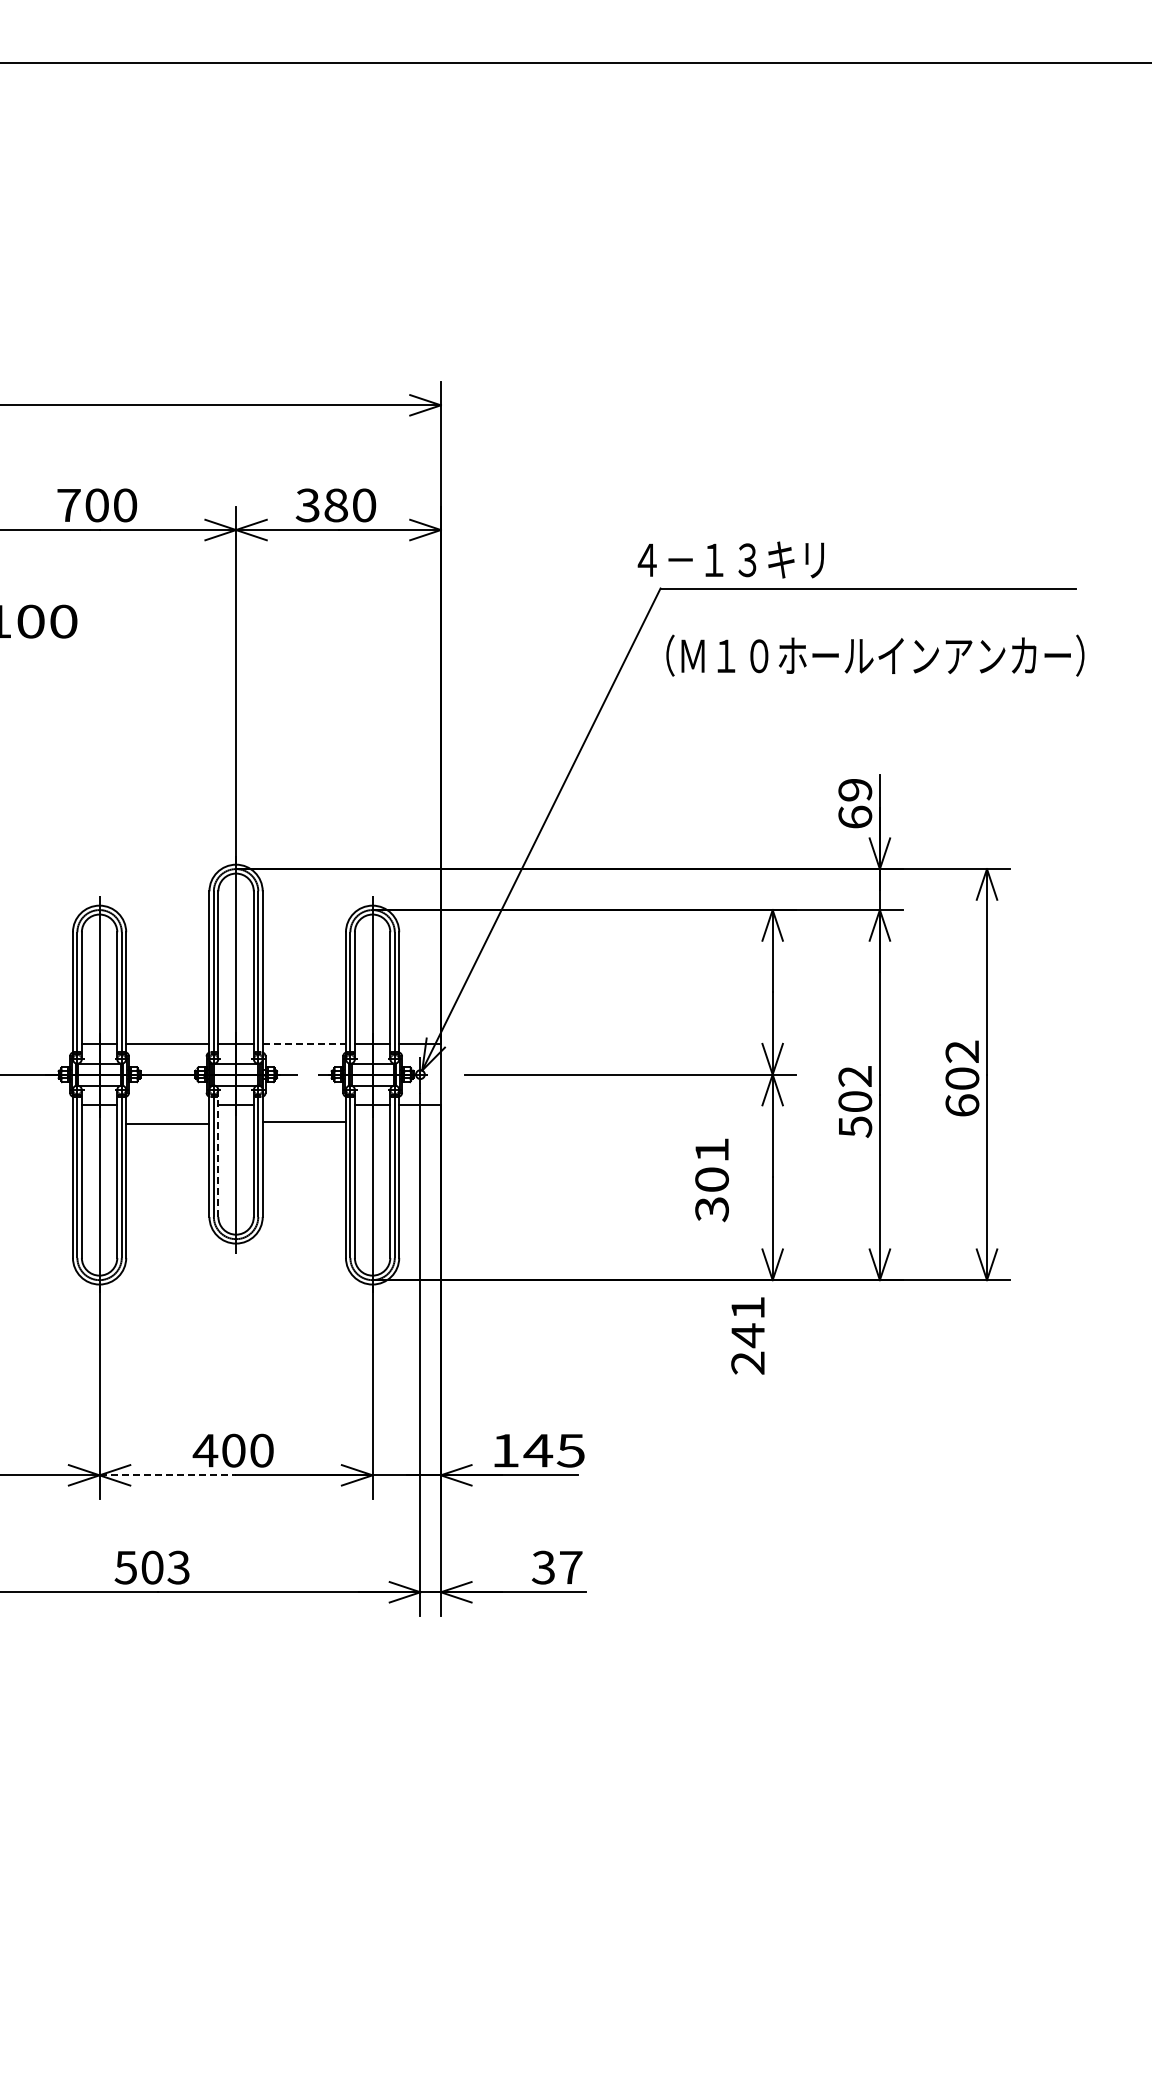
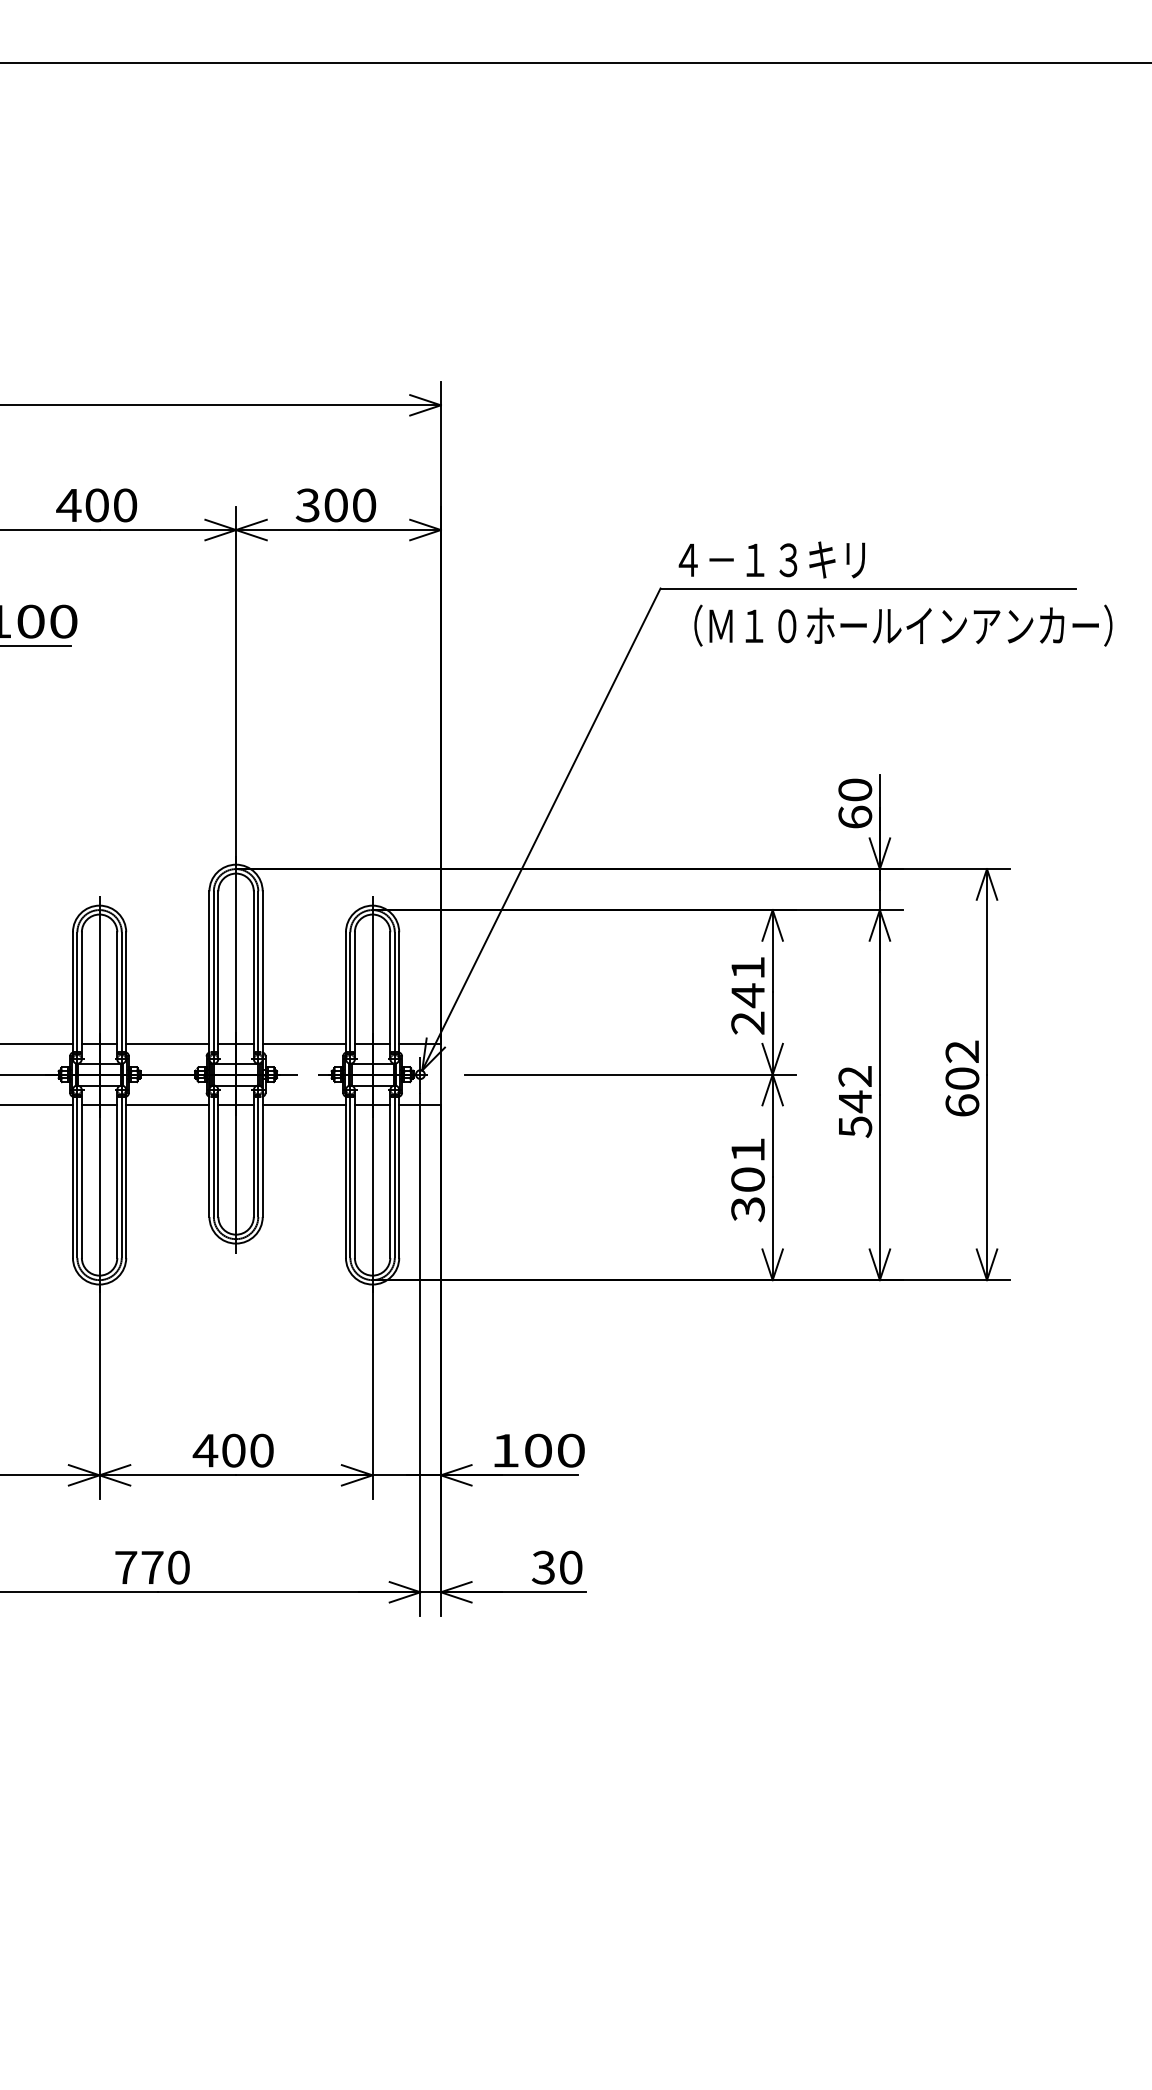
text at (68, 505): 700 -> 400
text at (335, 505): 380 -> 300
text at (730, 559) position: (730, 559) -> (771, 559)
line at (36, 646): none -> present
text at (875, 655) position: (875, 655) -> (903, 625)
text at (855, 789): 69 -> 60
line at (37, 1043): none -> present
line at (304, 1043): dashed -> solid
text at (855, 1101): 502 -> 542
line at (37, 1105): none -> present
line at (303, 1122) position: (303, 1122) -> (303, 1105)
line at (167, 1124) position: (167, 1124) -> (167, 1105)
line at (218, 1152): dashed -> solid
text at (711, 1180) position: (711, 1180) -> (747, 1180)
text at (747, 1335) position: (747, 1335) -> (747, 995)
text at (553, 1450): 145 -> 100
line at (168, 1475): dashed -> solid
text at (151, 1567): 503 -> 770
text at (571, 1567): 37 -> 30
